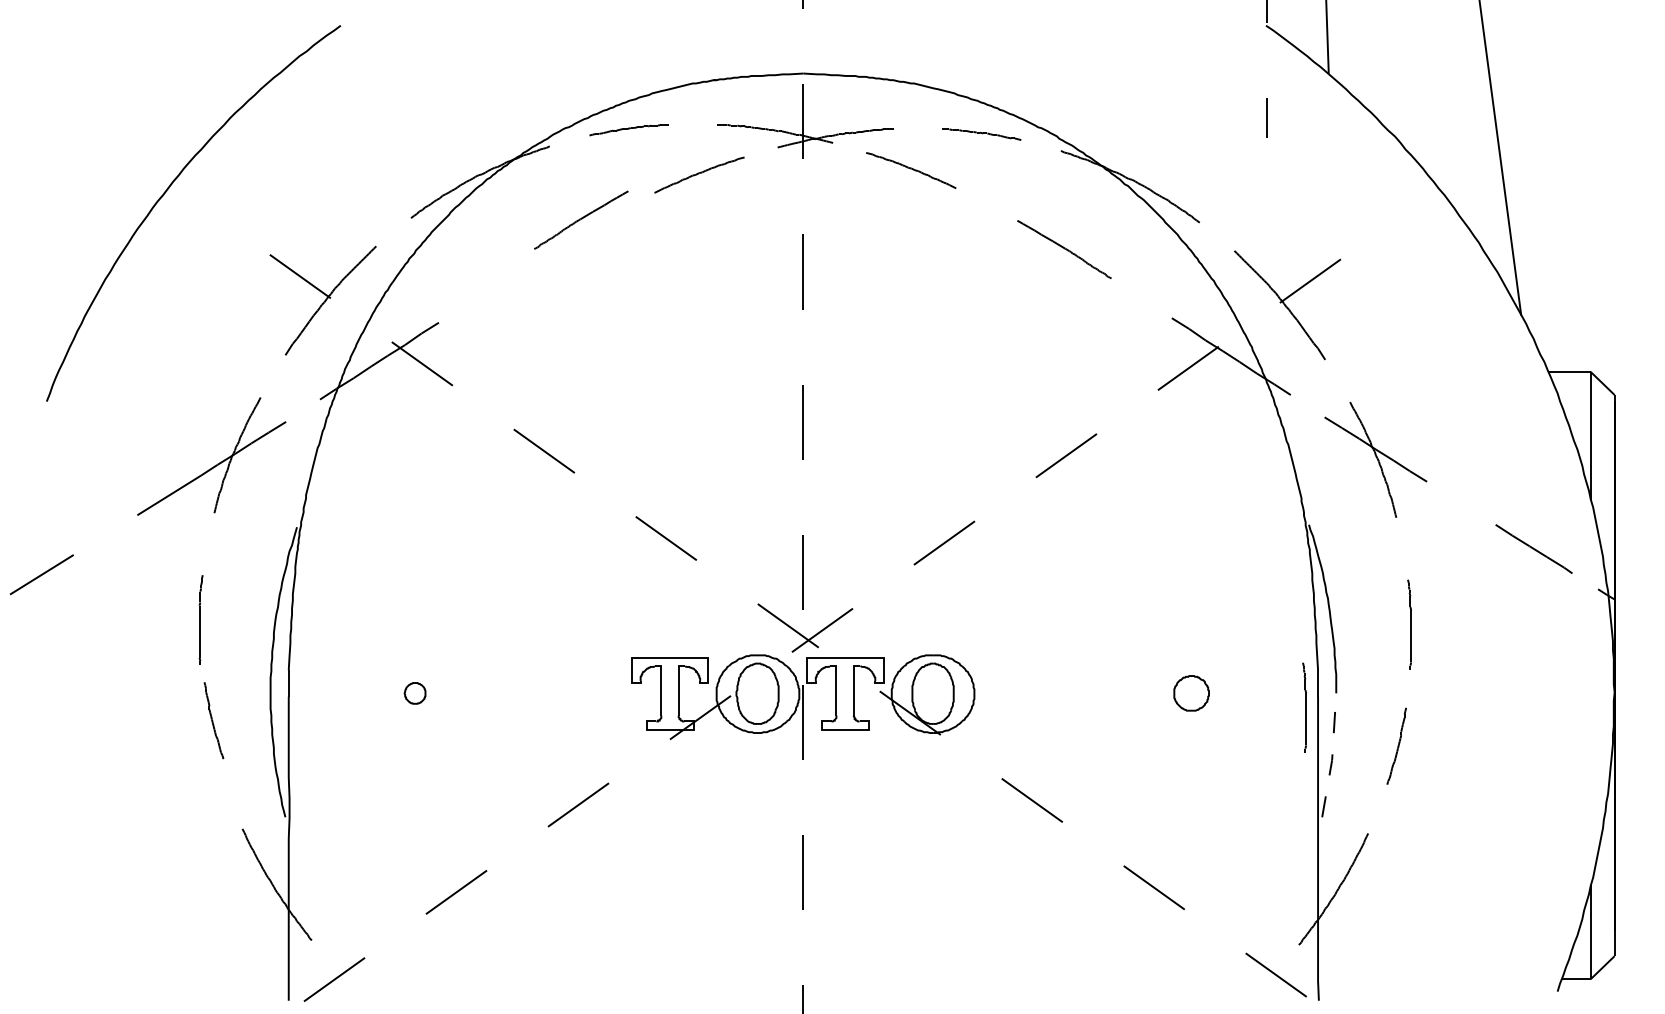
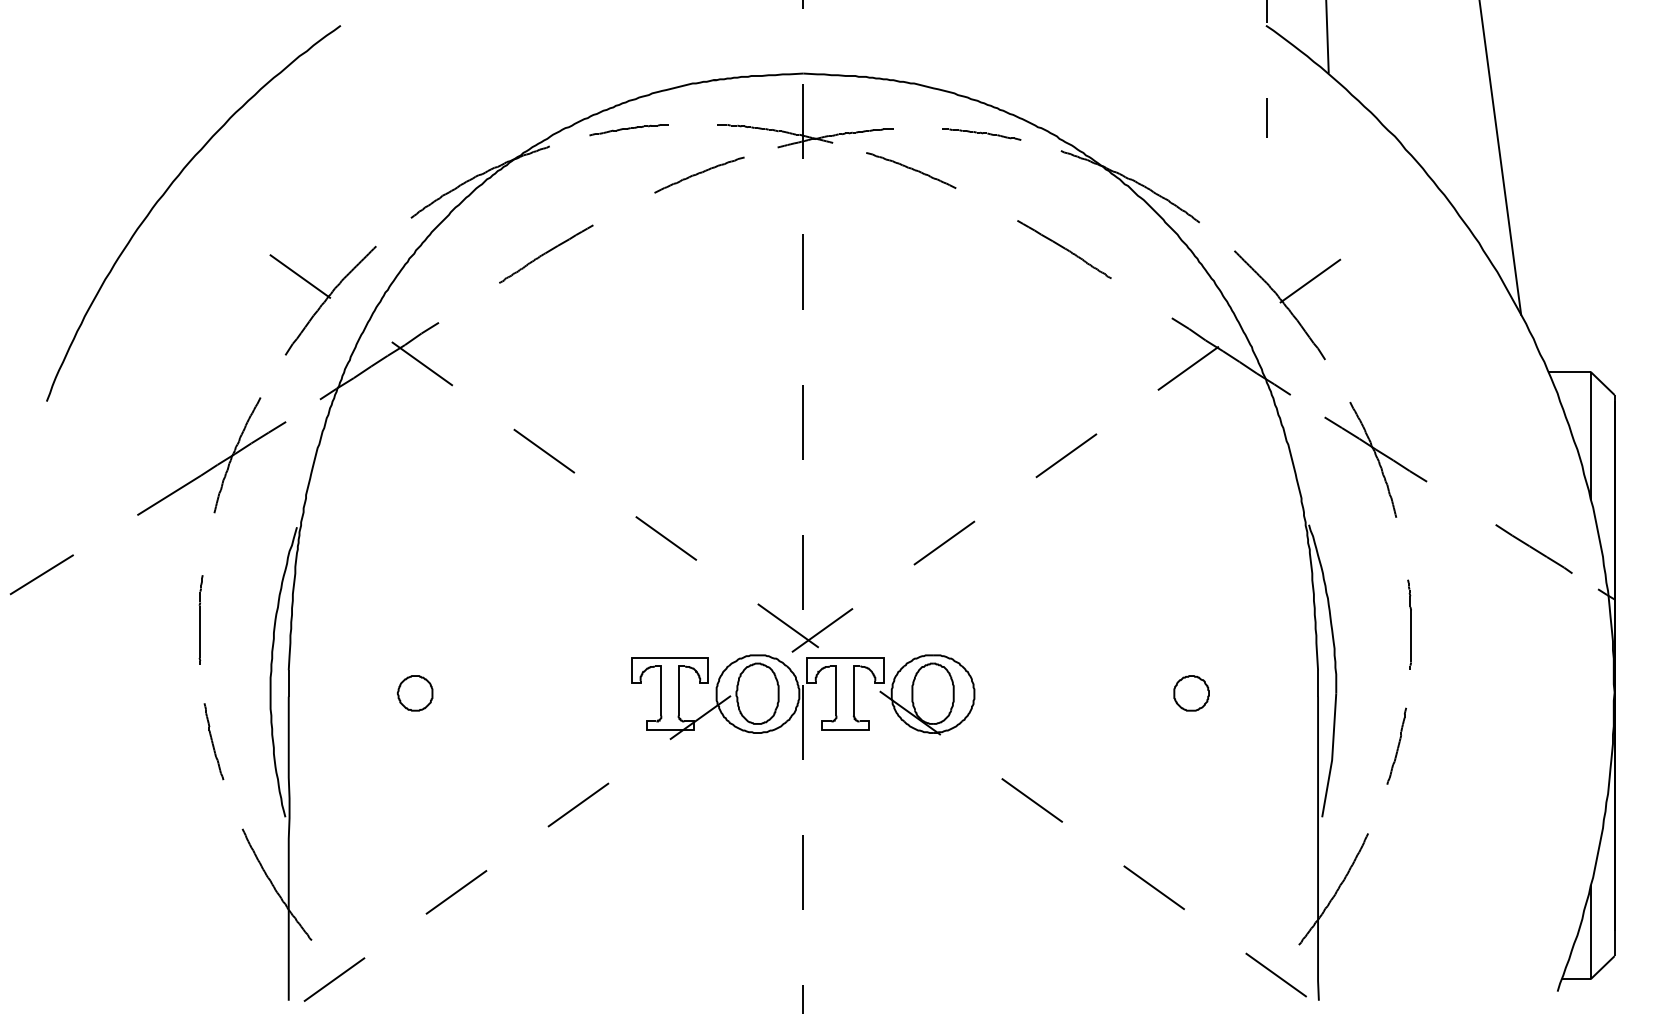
part at (581, 219) position: (581, 219) -> (546, 253)
part at (414, 693) size: 24x23 px -> 38x37 px
part at (1304, 707): present -> none
part at (213, 720) position: (213, 720) -> (213, 741)
line at (1332, 755): dashed -> solid
